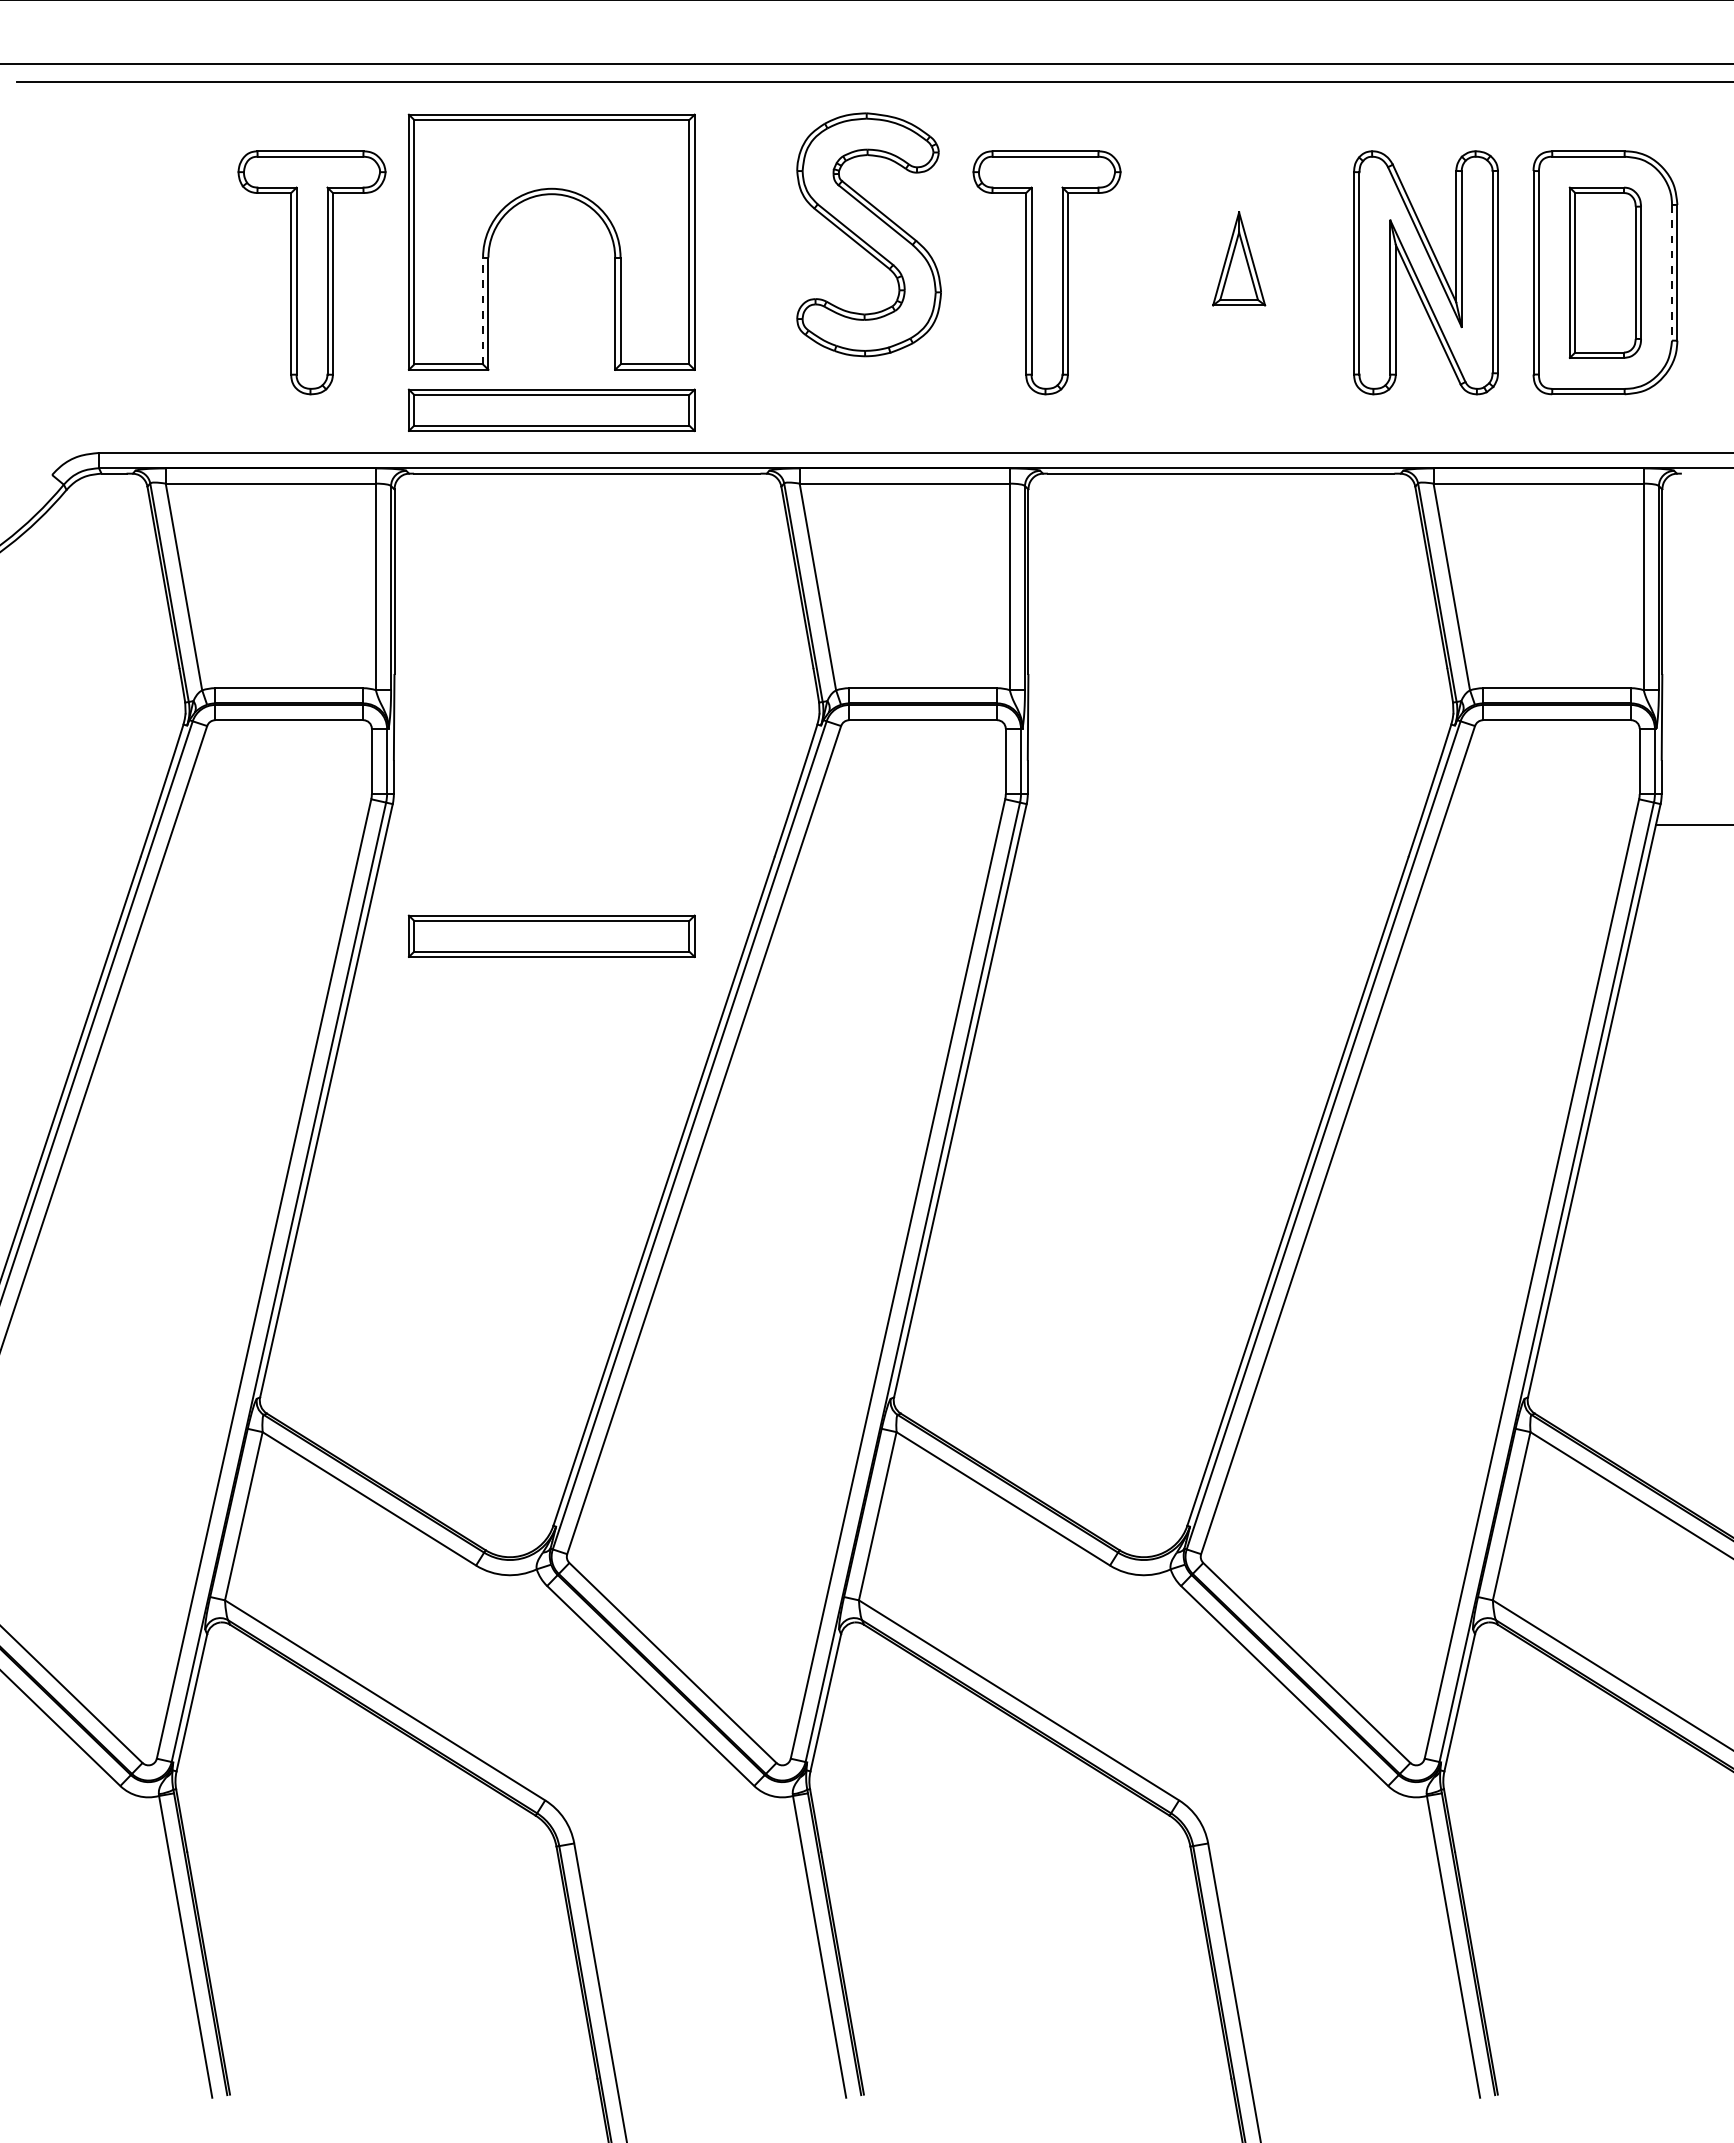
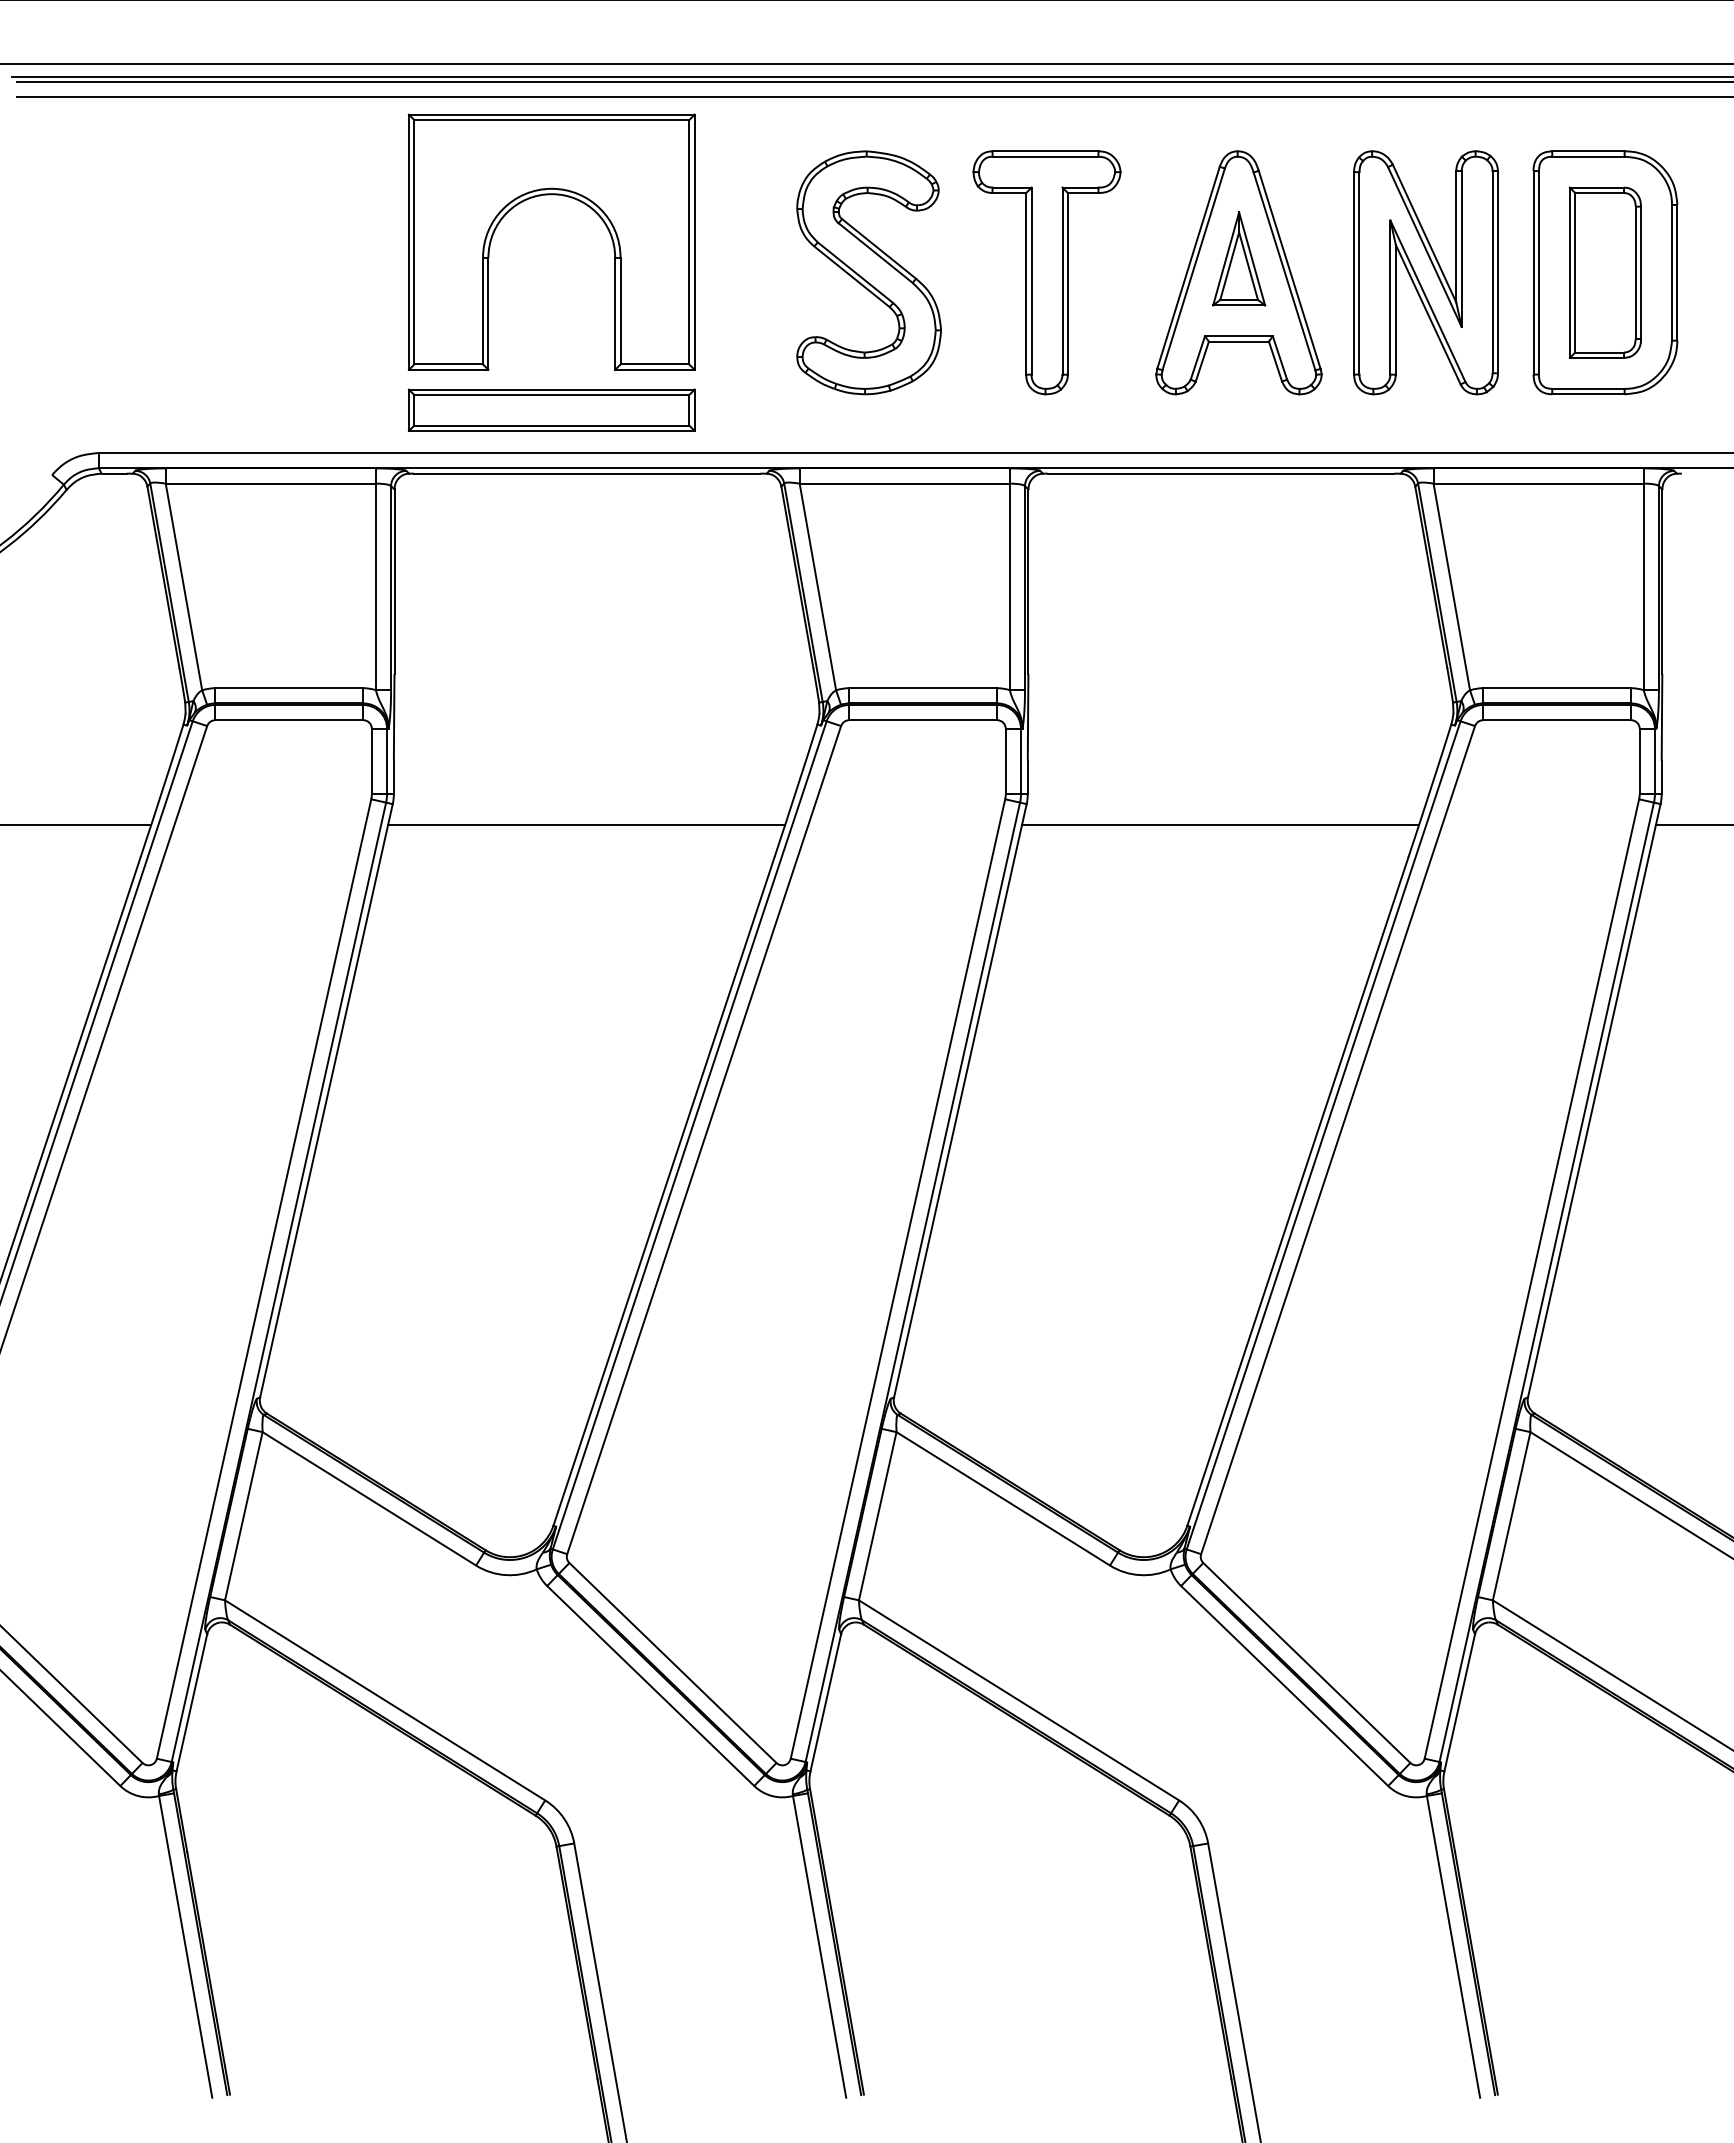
line at (870, 76): none -> present
line at (873, 97): none -> present
part at (868, 234) position: (868, 234) -> (868, 272)
part at (311, 272): present -> none
part at (1238, 272): none -> present
line at (1672, 272): dashed -> solid
line at (483, 310): dashed -> solid
line at (76, 824): none -> present
line at (586, 824): none -> present
line at (1220, 824): none -> present
part at (551, 935): present -> none
